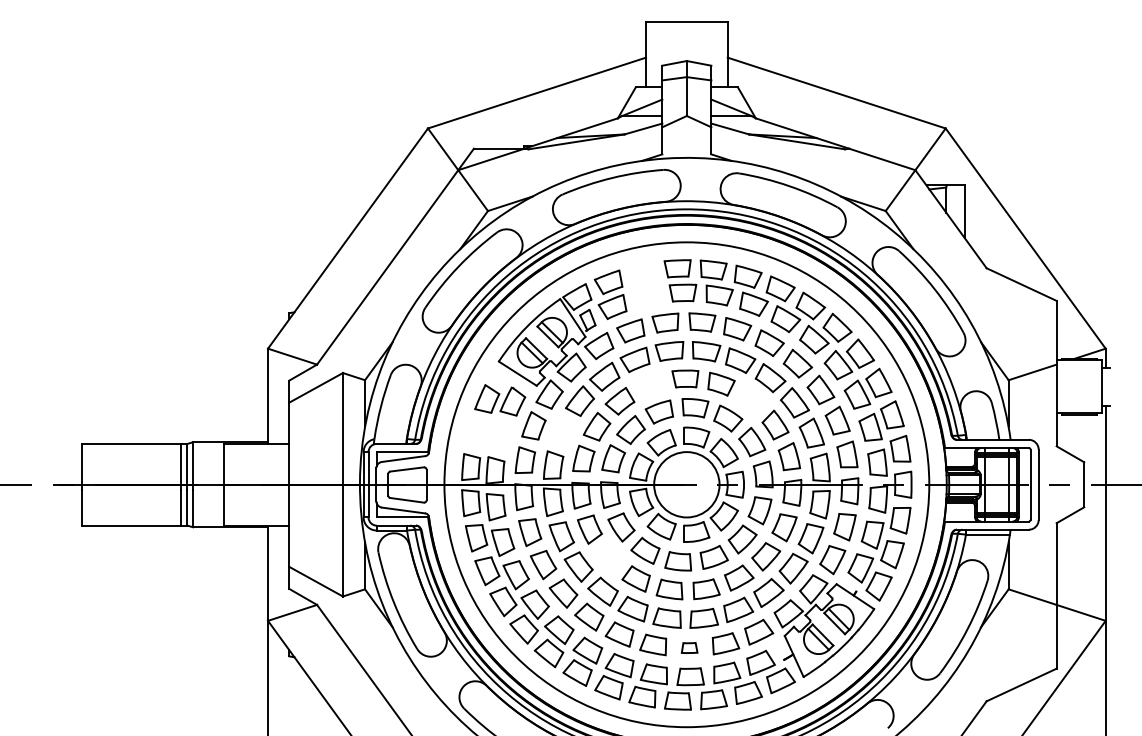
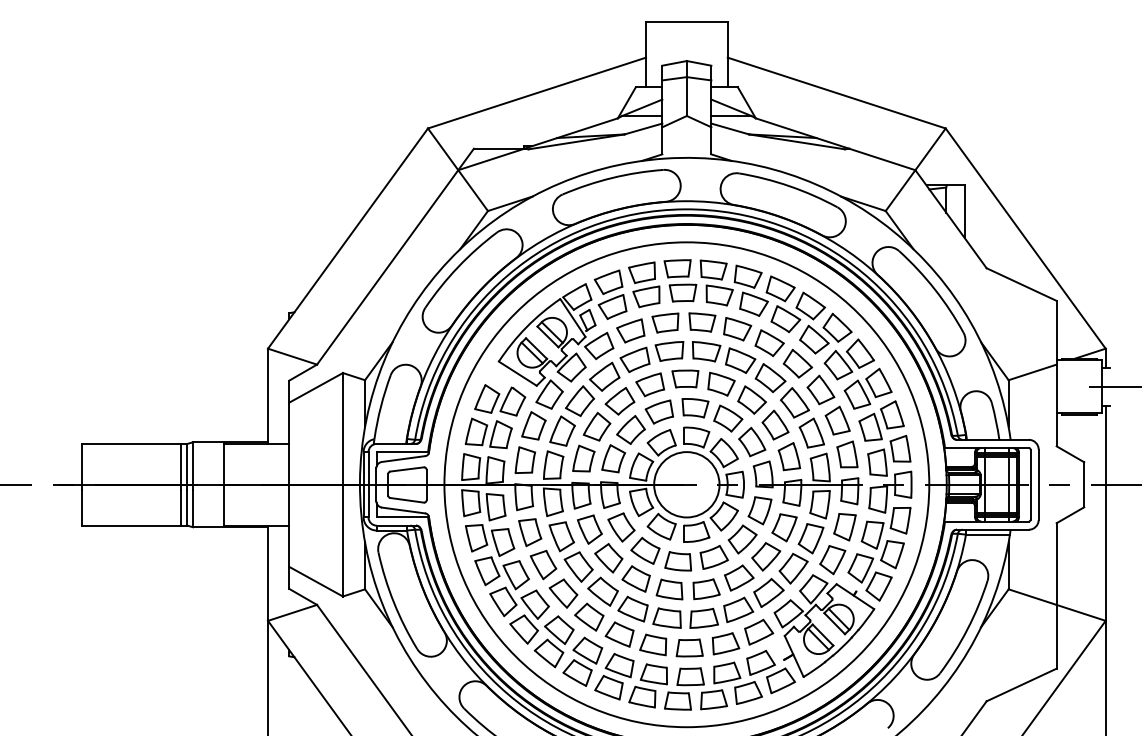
part at (644, 284): none -> present
part at (649, 384): none -> present
line at (1113, 386): none -> present
part at (751, 399): none -> present
part at (562, 430): none -> present
part at (488, 433): none -> present
part at (608, 558): none -> present
part at (689, 647) size: 19x12 px -> 29x20 px
